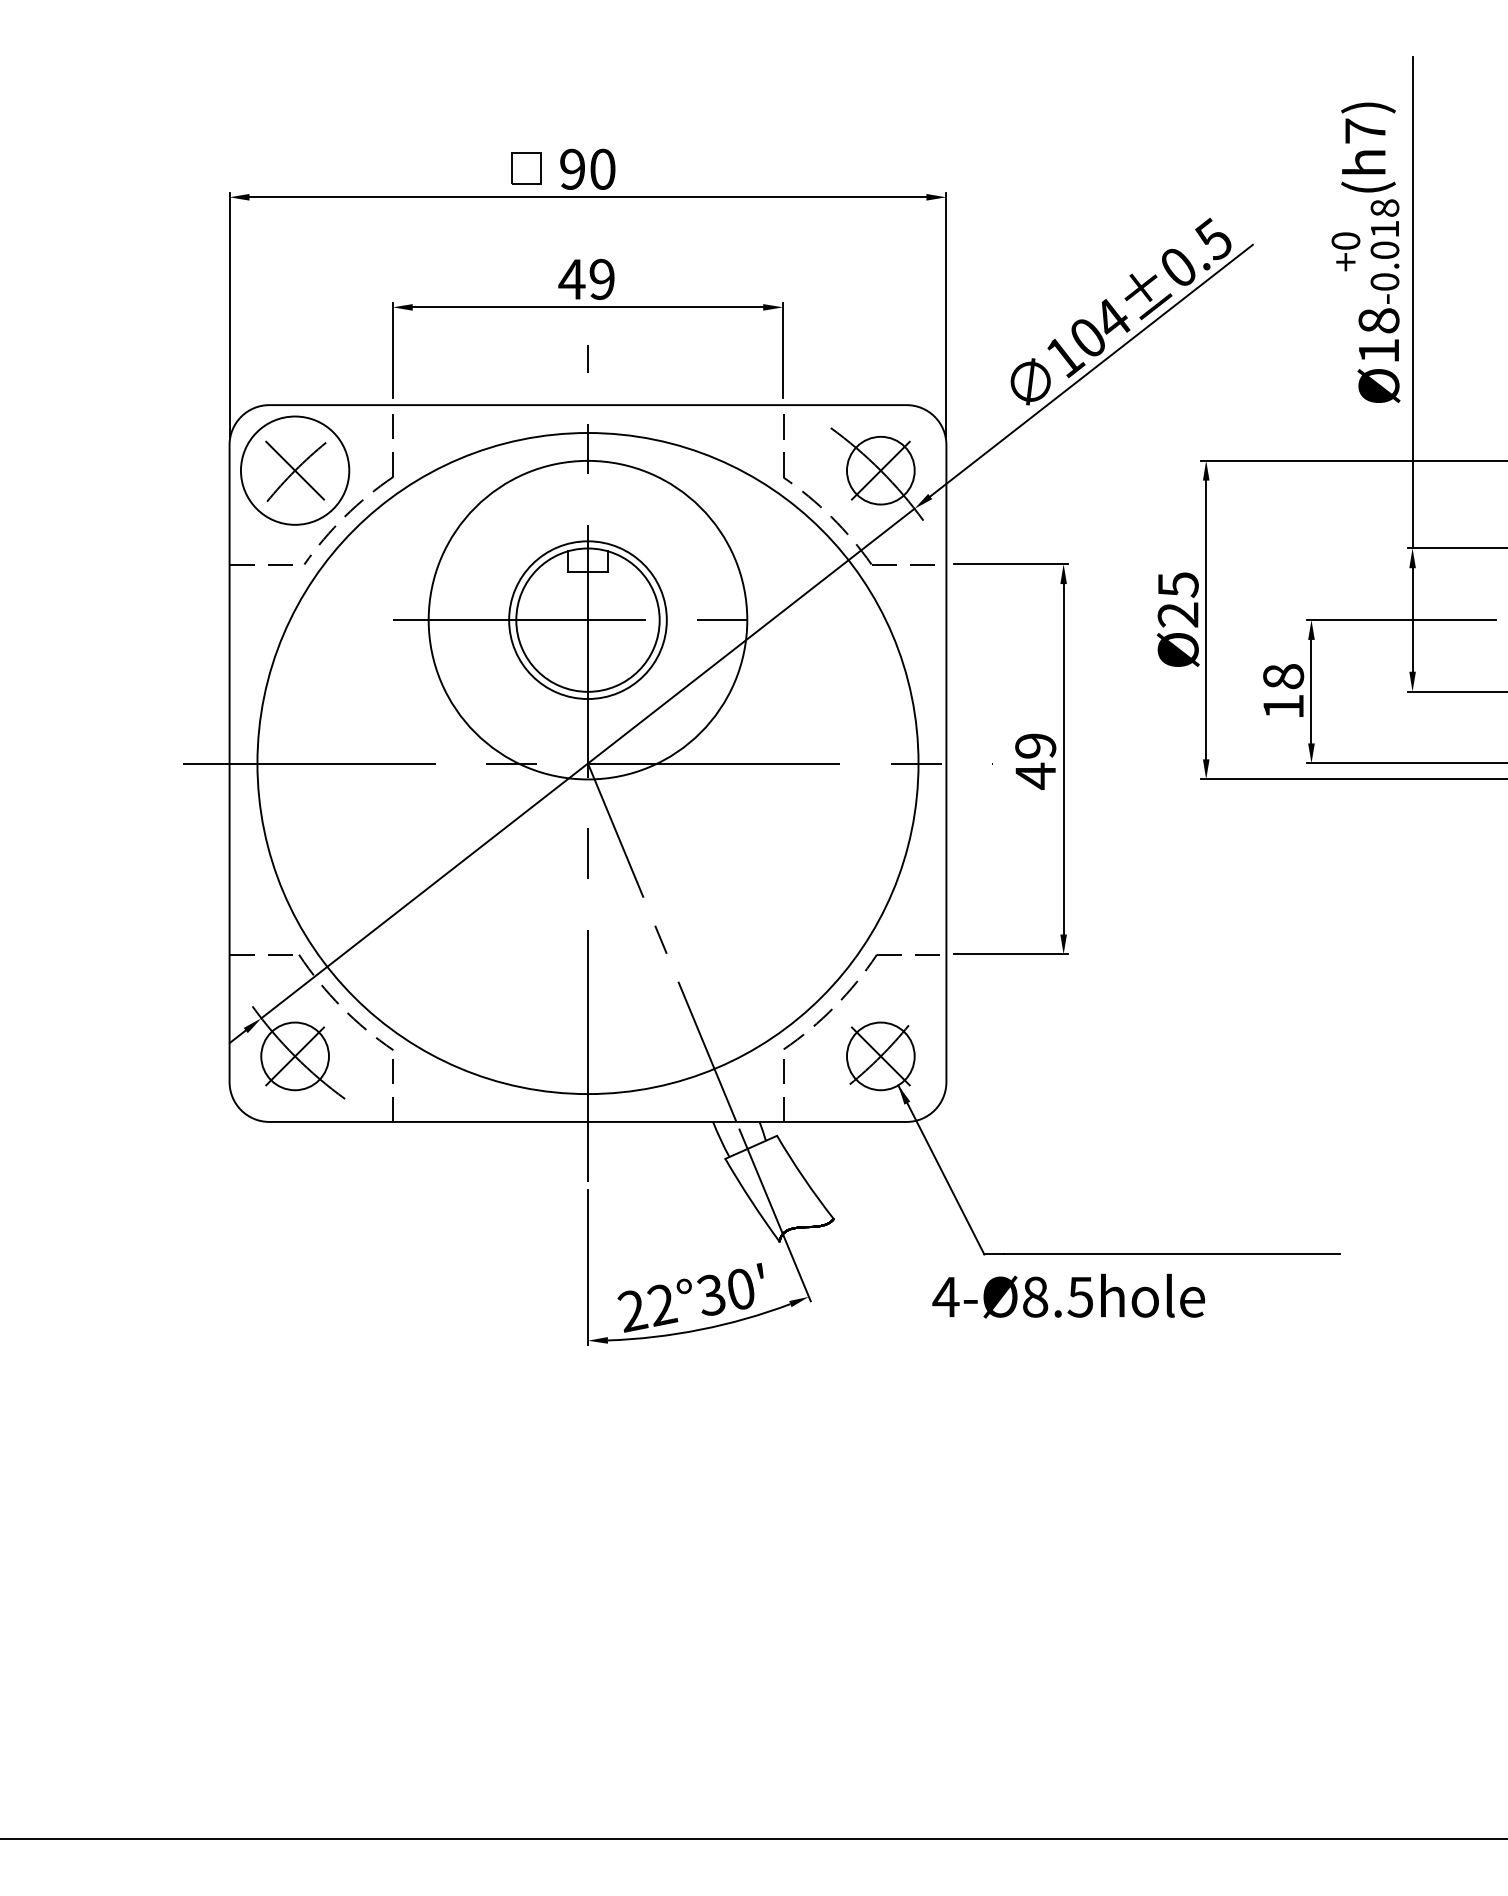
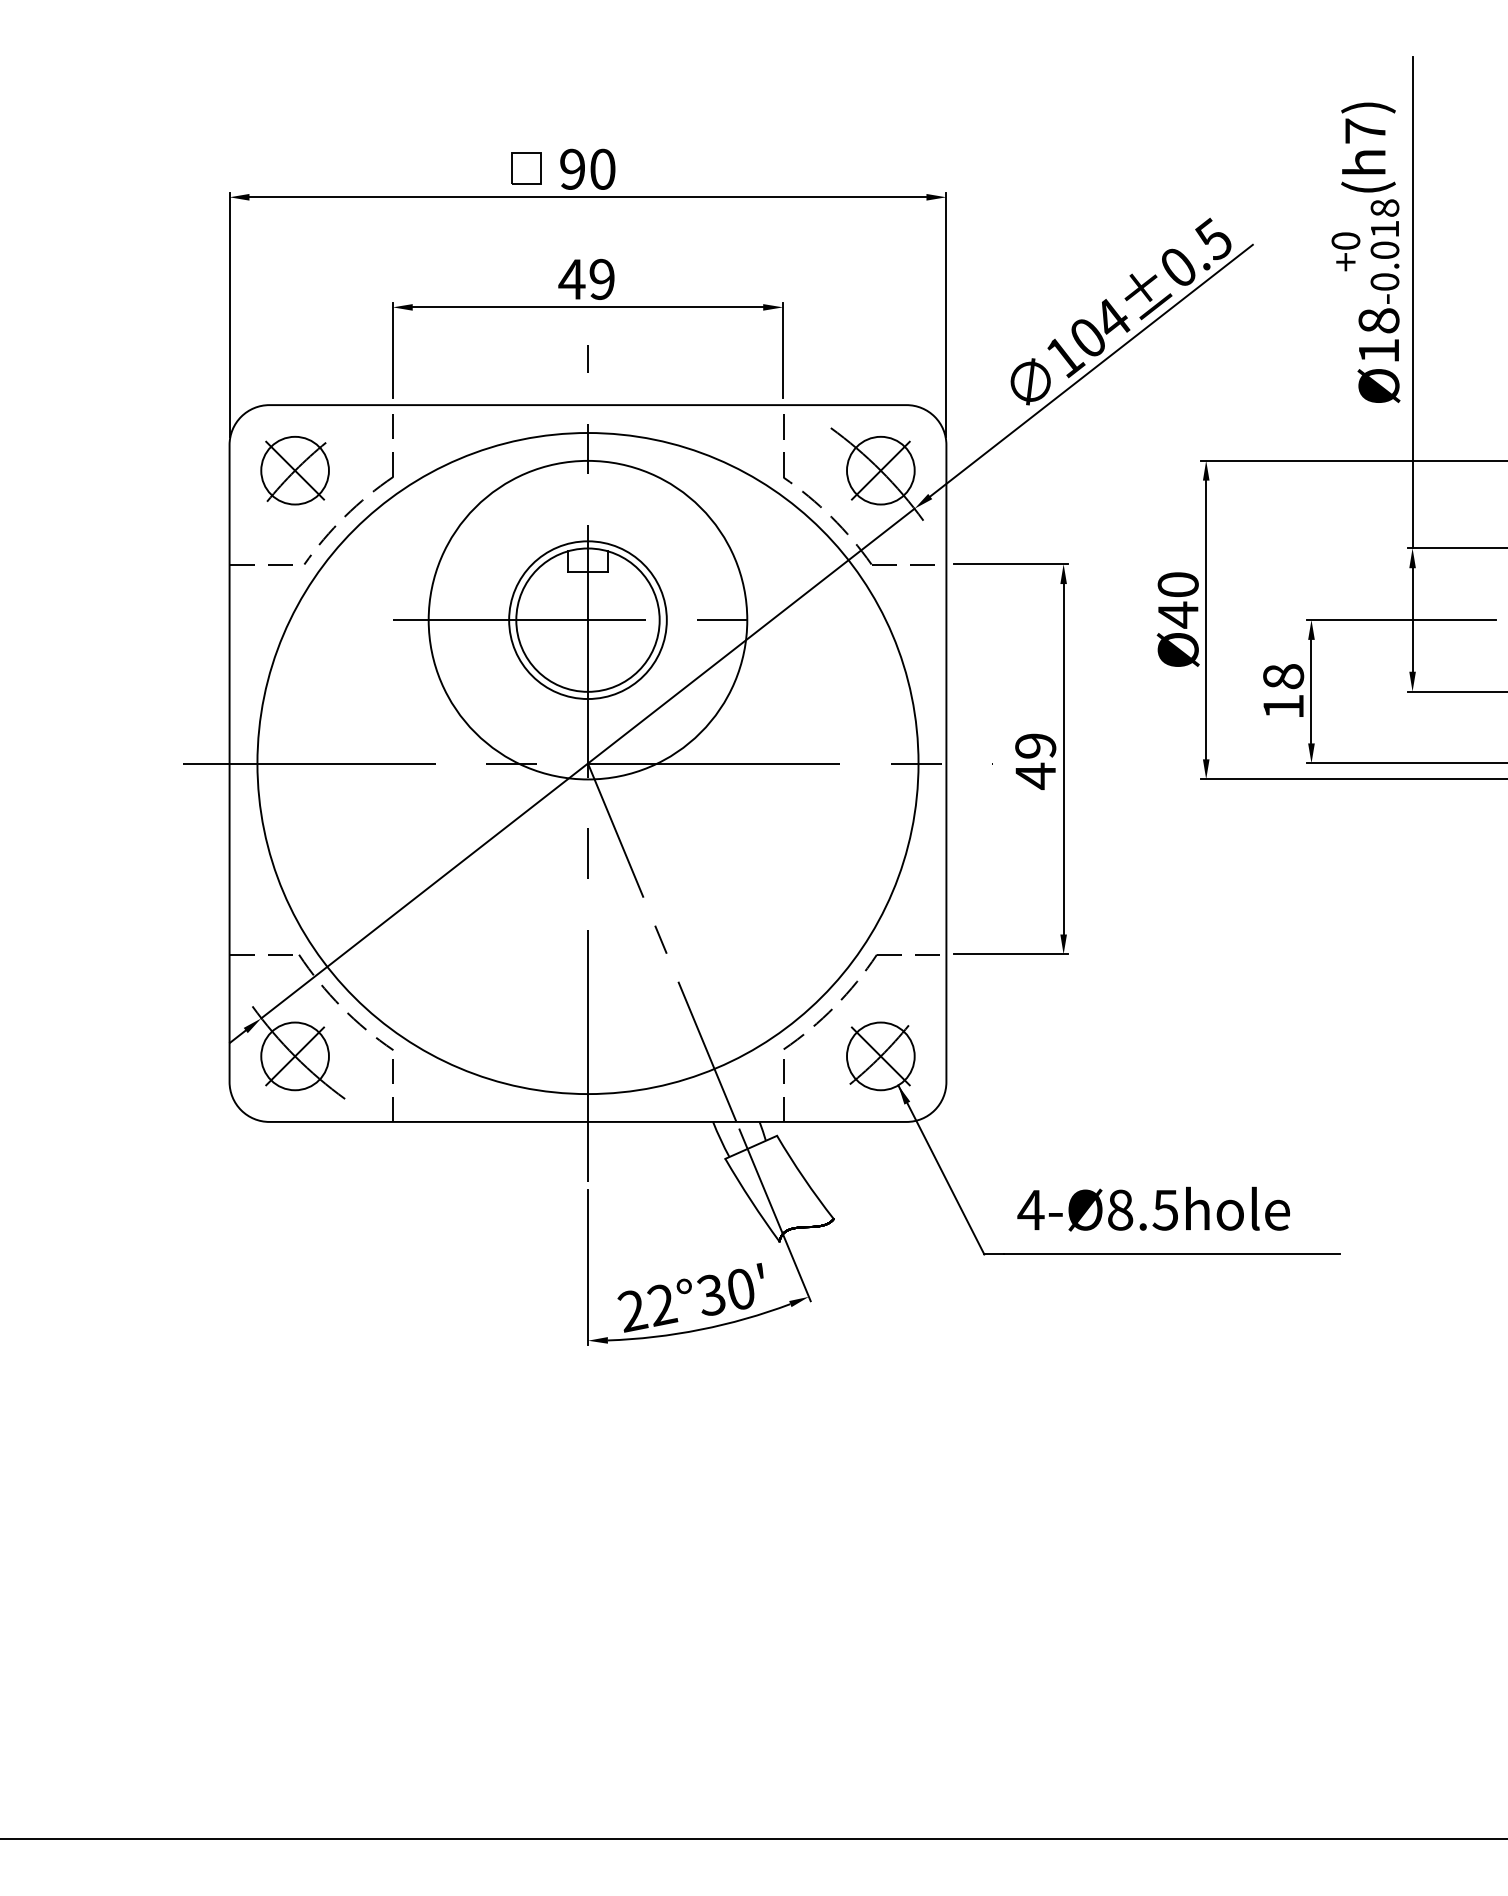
circle at (294, 470) diameter: 108 px -> 68 px
text at (1177, 600): 25 -> 40
text at (1068, 1295) position: (1068, 1295) -> (1153, 1208)
